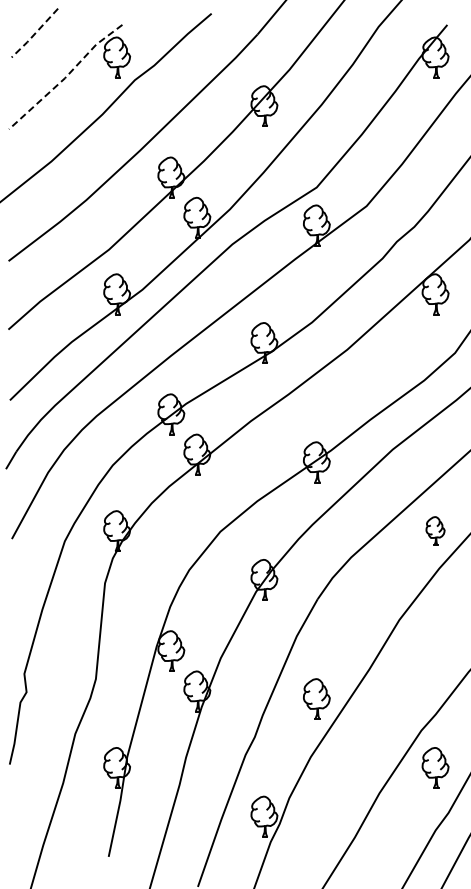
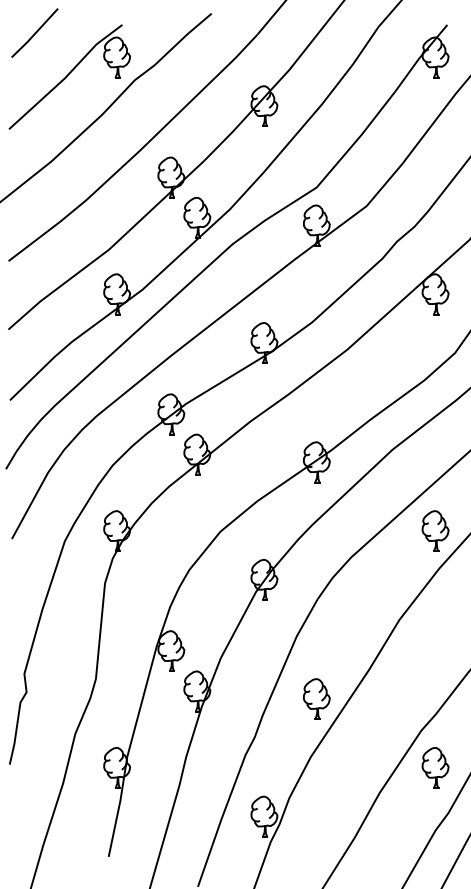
line at (34, 34): dashed -> solid
line at (66, 76): dashed -> solid
part at (435, 530) size: 21x30 px -> 29x42 px
